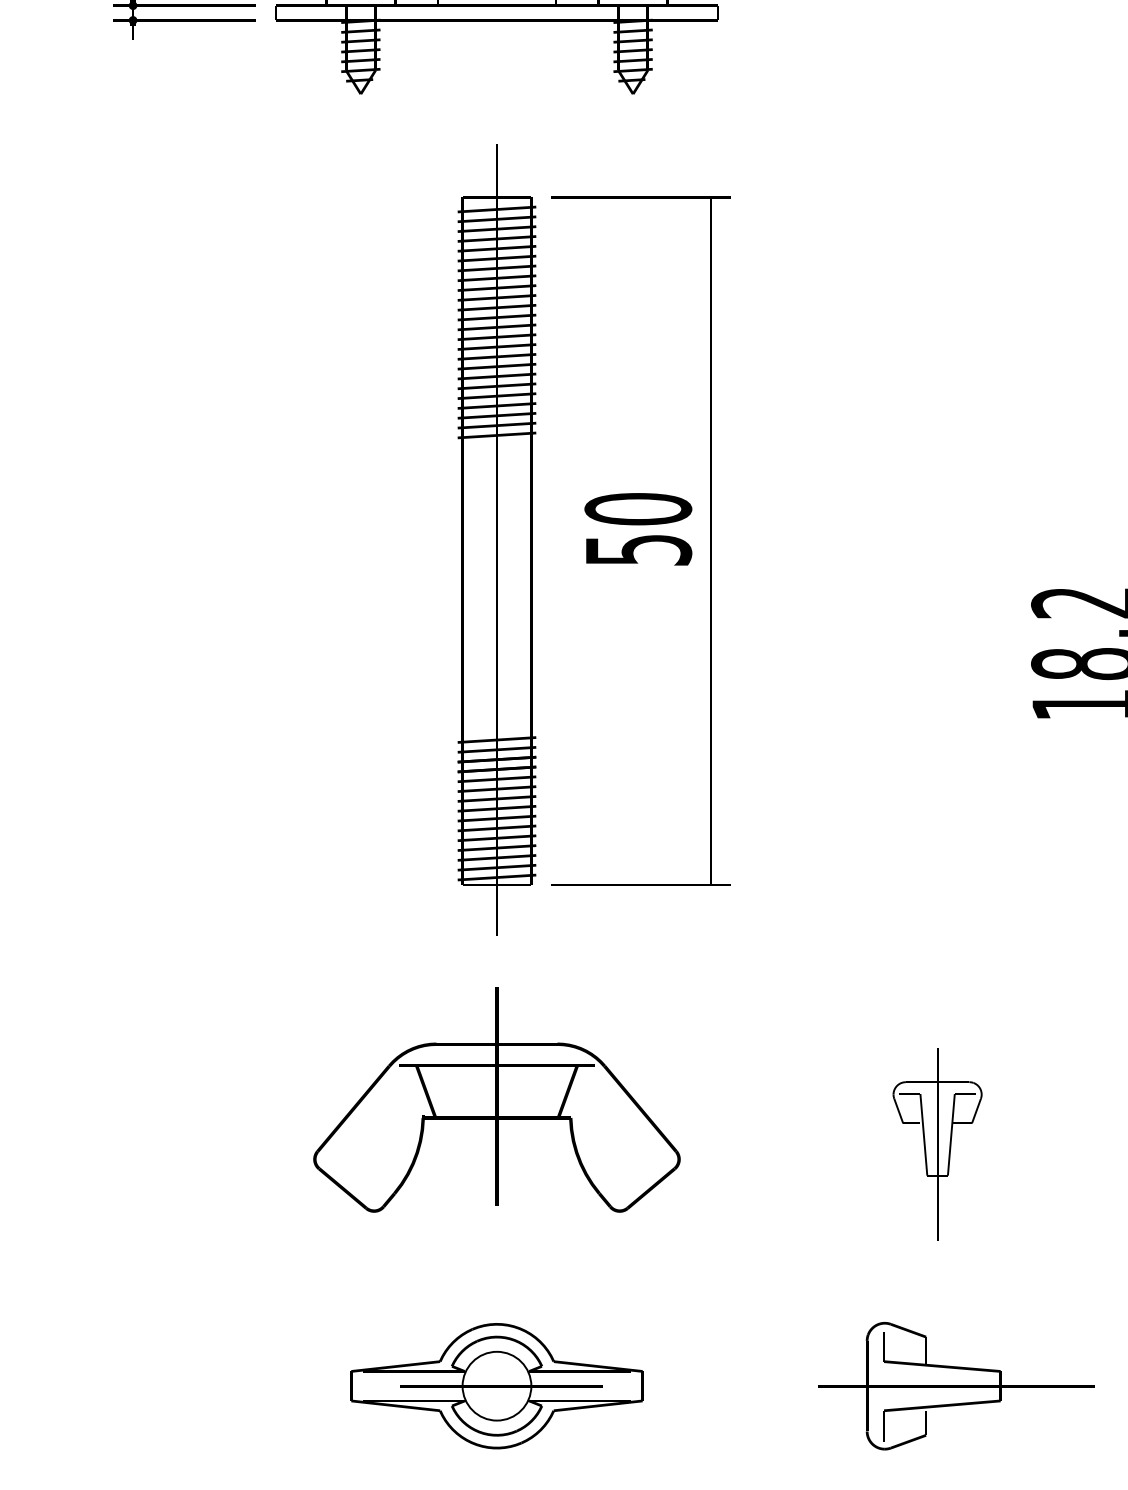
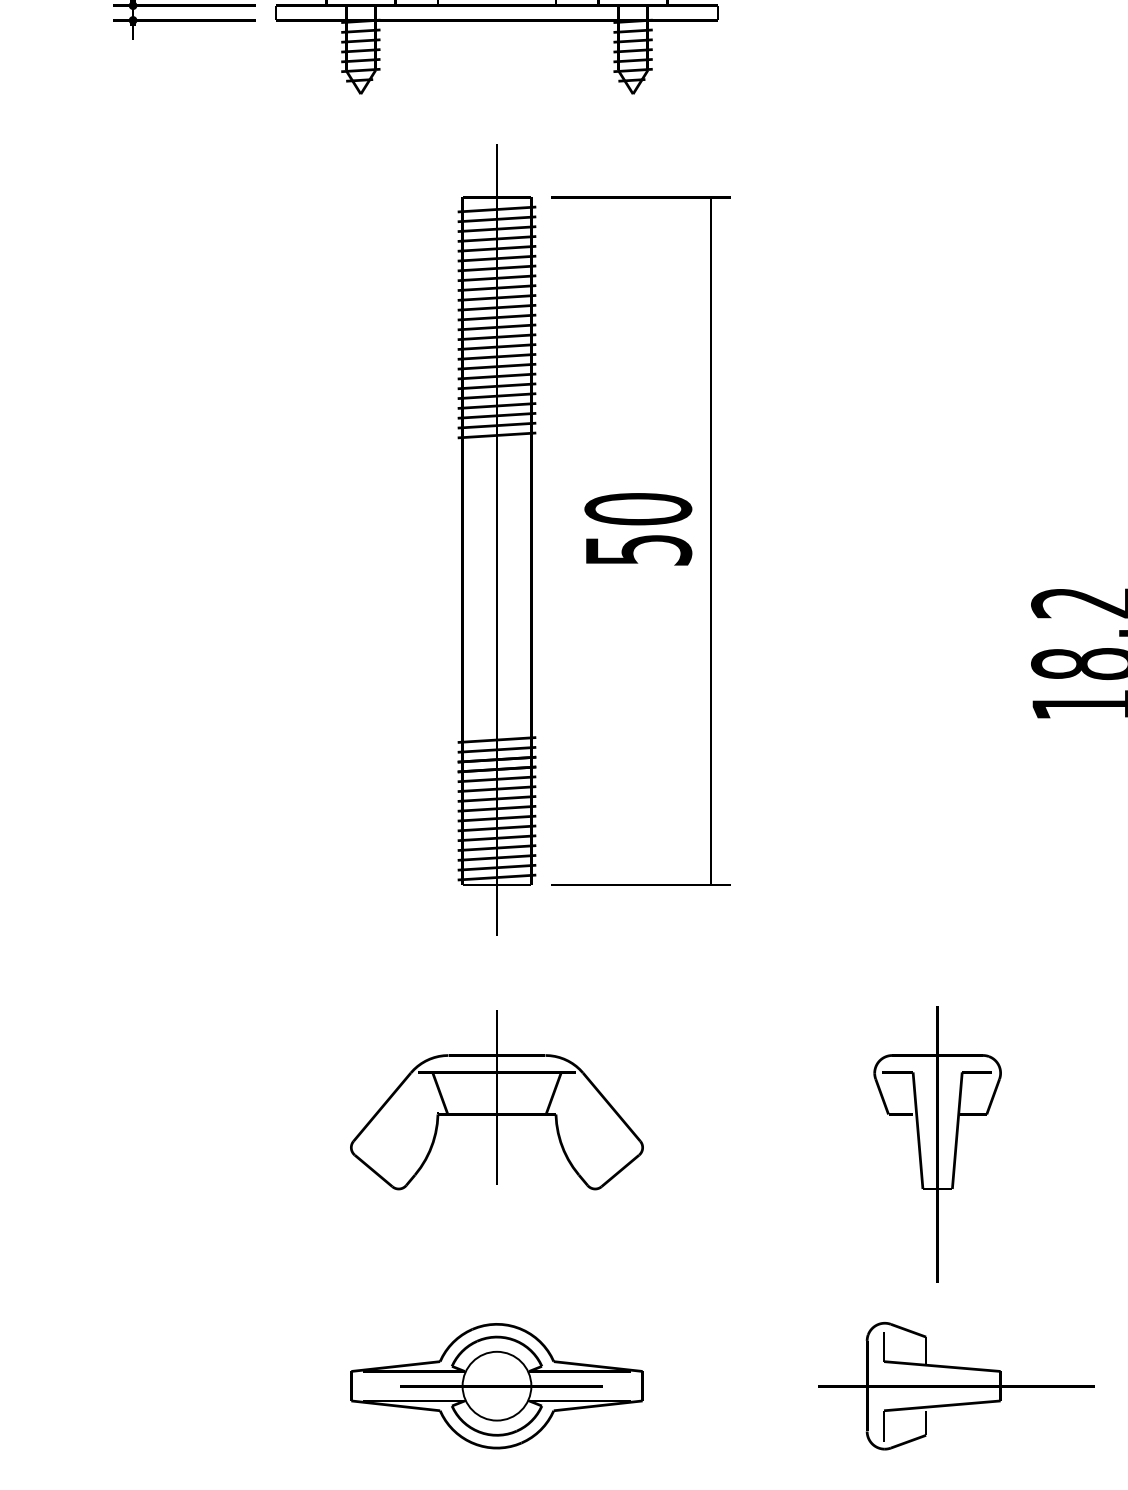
part at (496, 1099) size: 368x226 px -> 294x181 px
part at (937, 1144) size: 91x193 px -> 129x277 px
